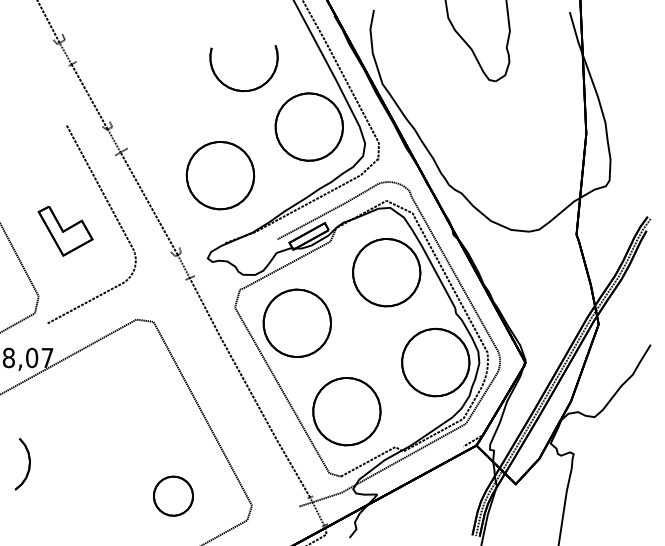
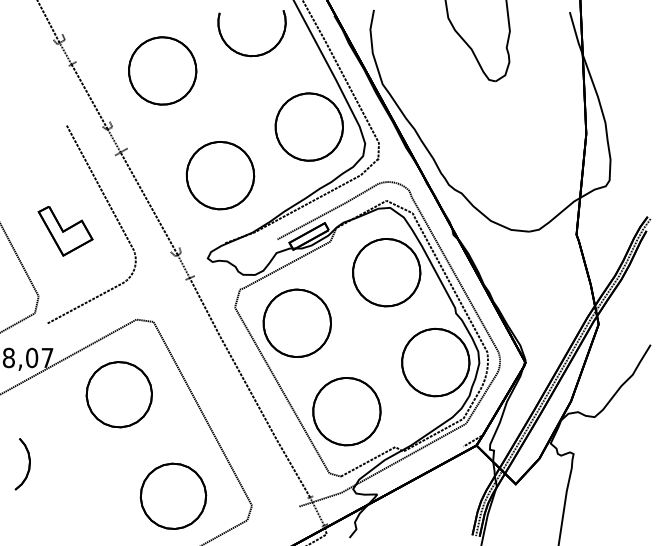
part at (162, 70): none -> present
part at (240, 89) position: (240, 89) -> (248, 54)
part at (118, 394): none -> present
part at (173, 495) size: 41x42 px -> 69x68 px
